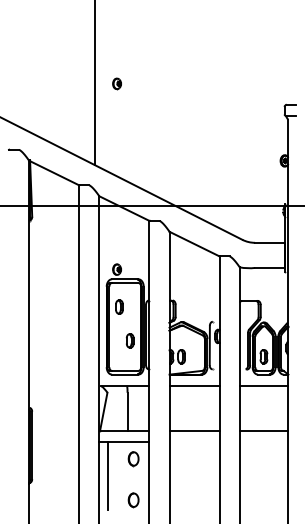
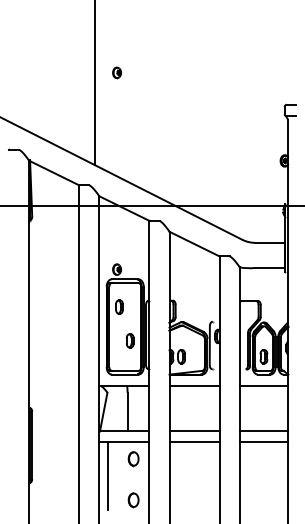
part at (116, 83) position: (116, 83) -> (116, 72)
line at (194, 442): none -> present
line at (263, 442): none -> present
